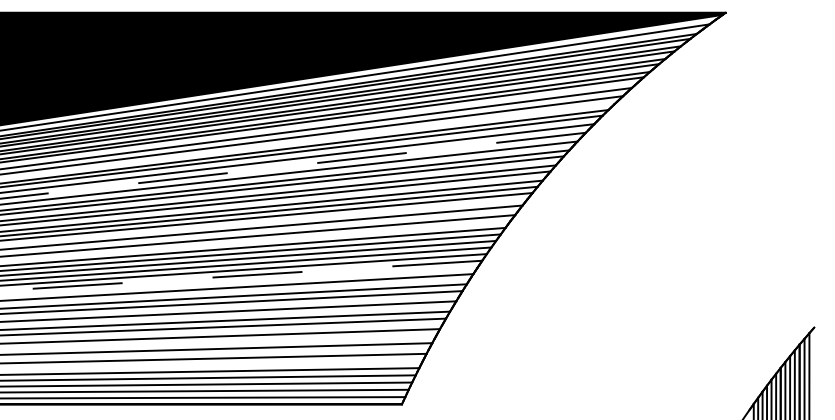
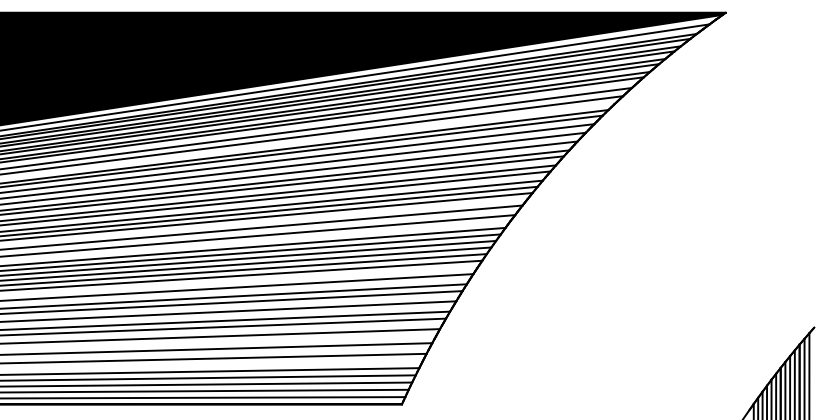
line at (292, 165): dashed -> solid
line at (240, 275): dashed -> solid
